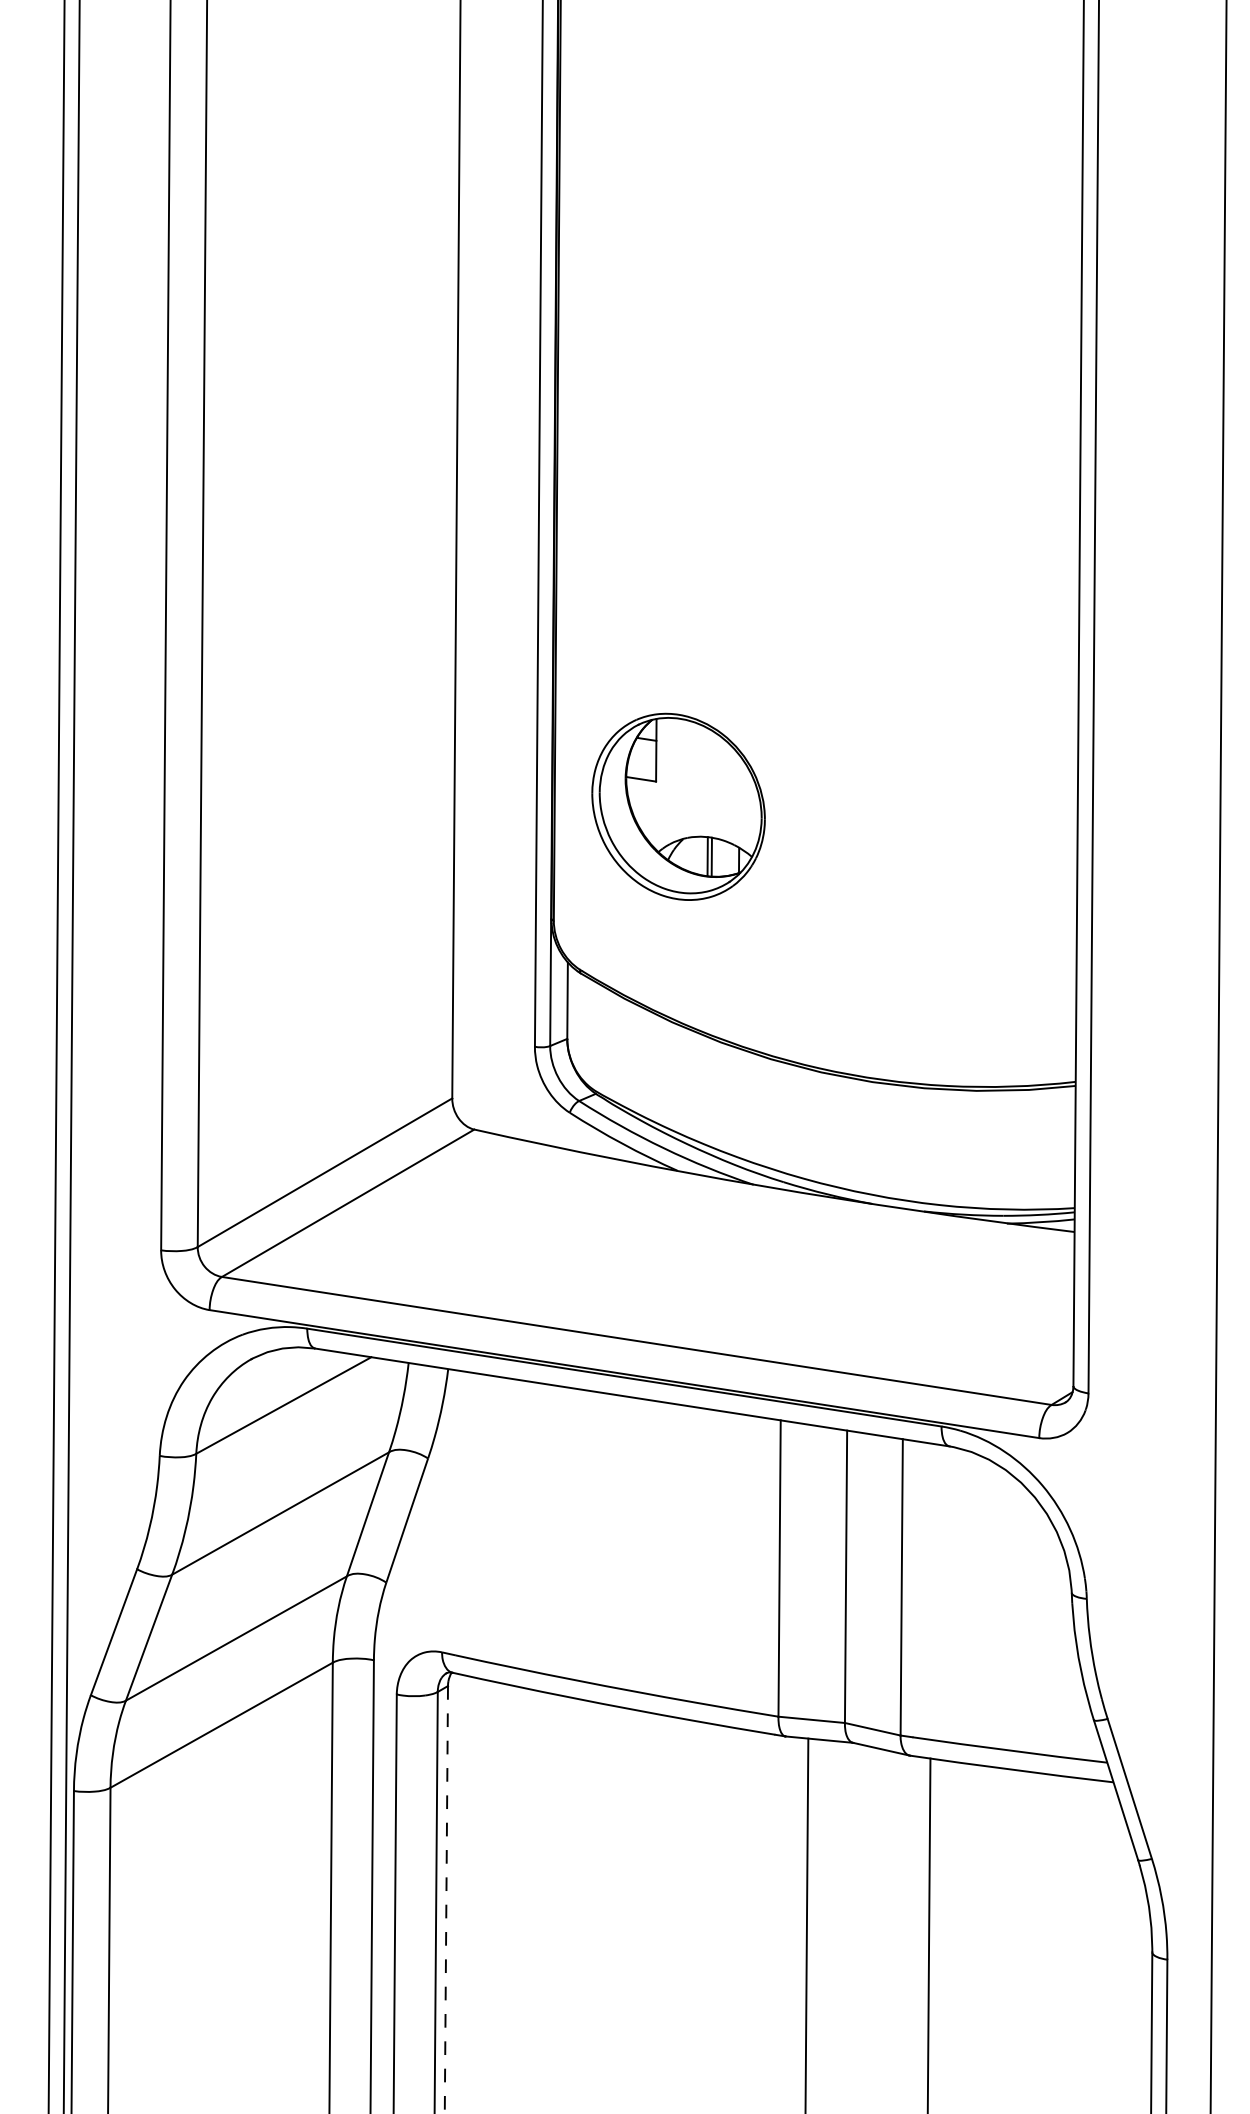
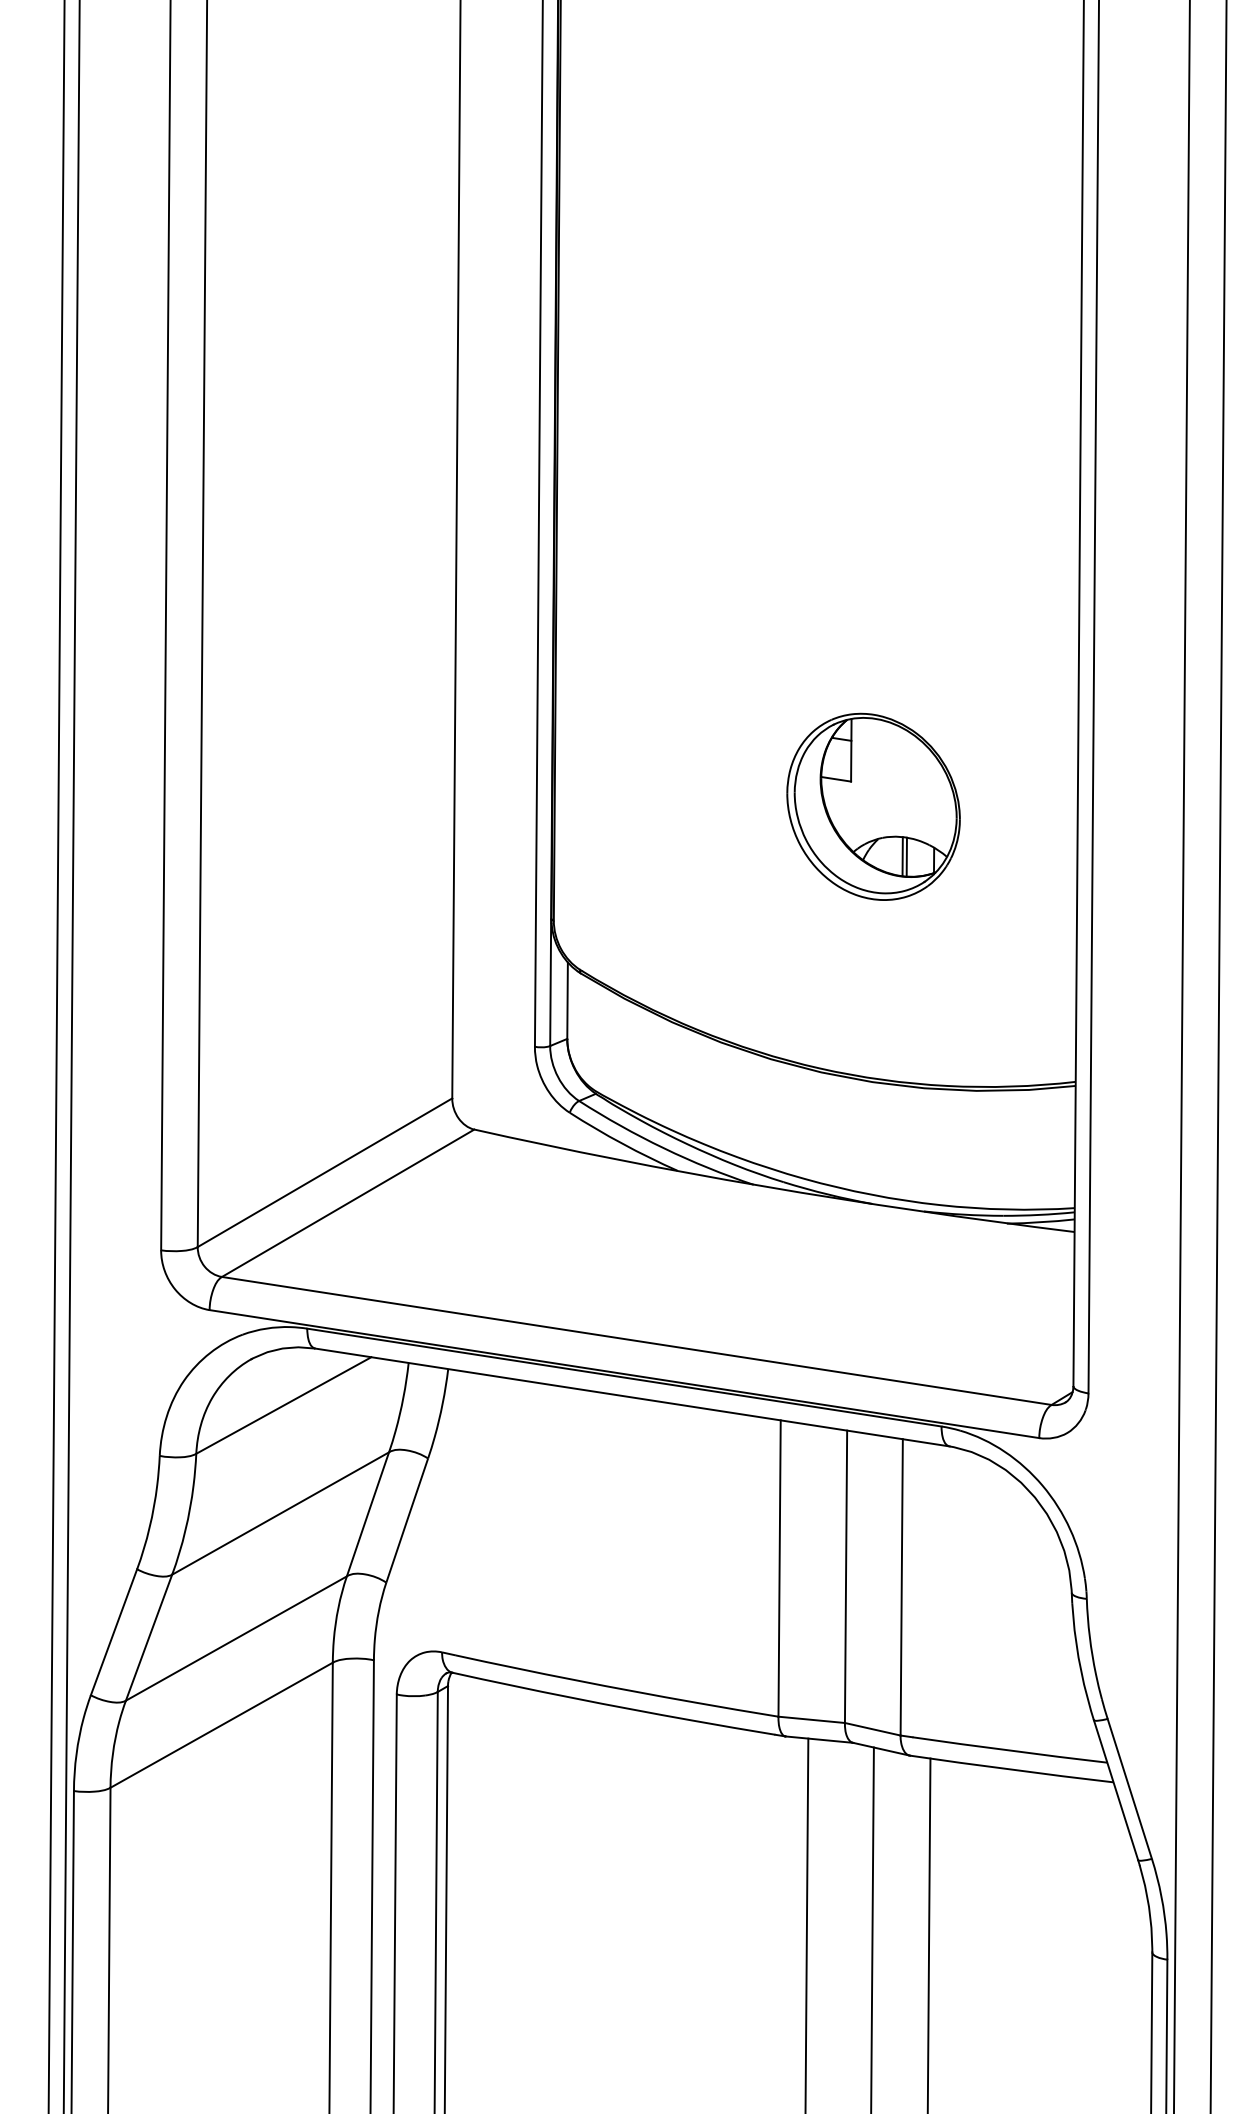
part at (678, 806) position: (678, 806) -> (873, 806)
line at (1181, 1056): none -> present
line at (446, 1899): dashed -> solid
line at (872, 1928): none -> present
